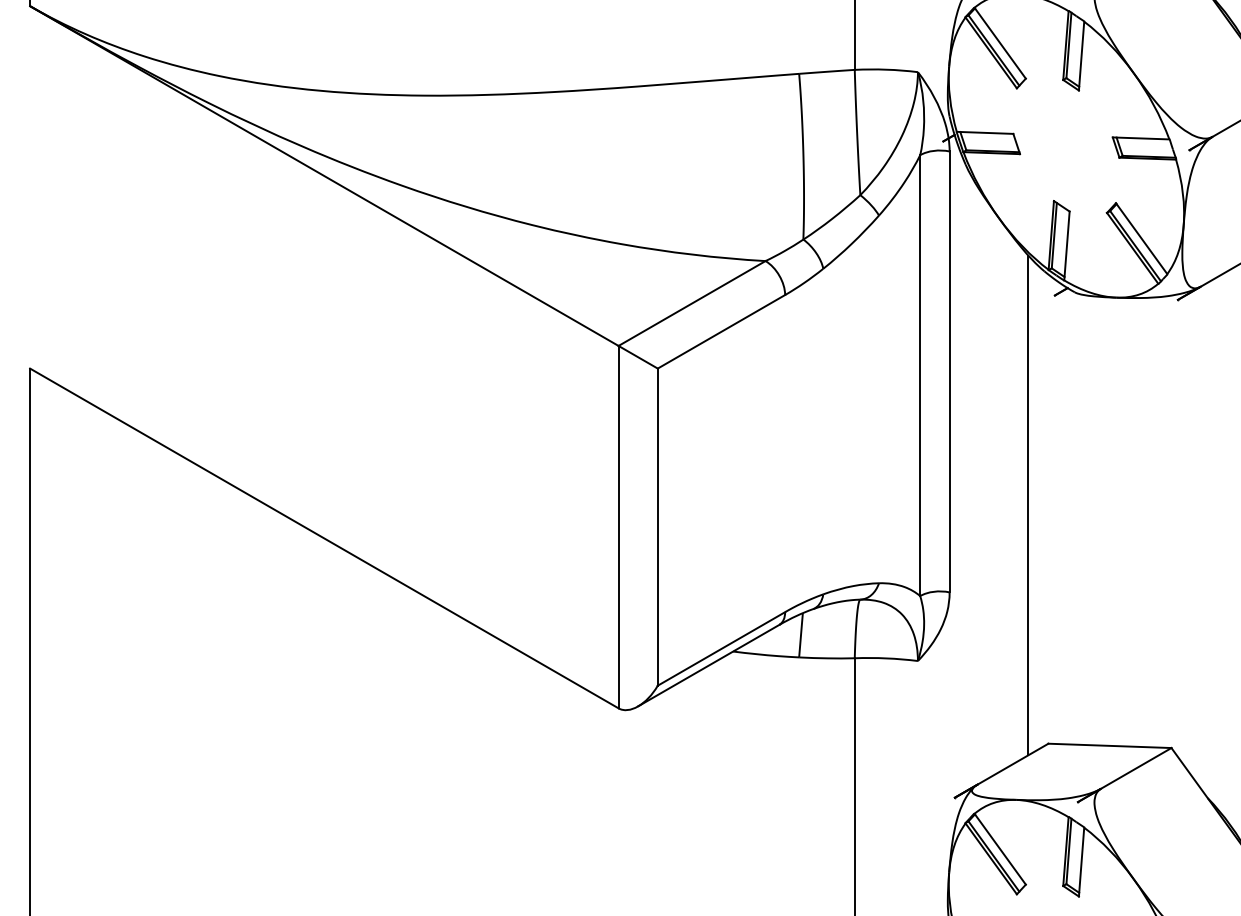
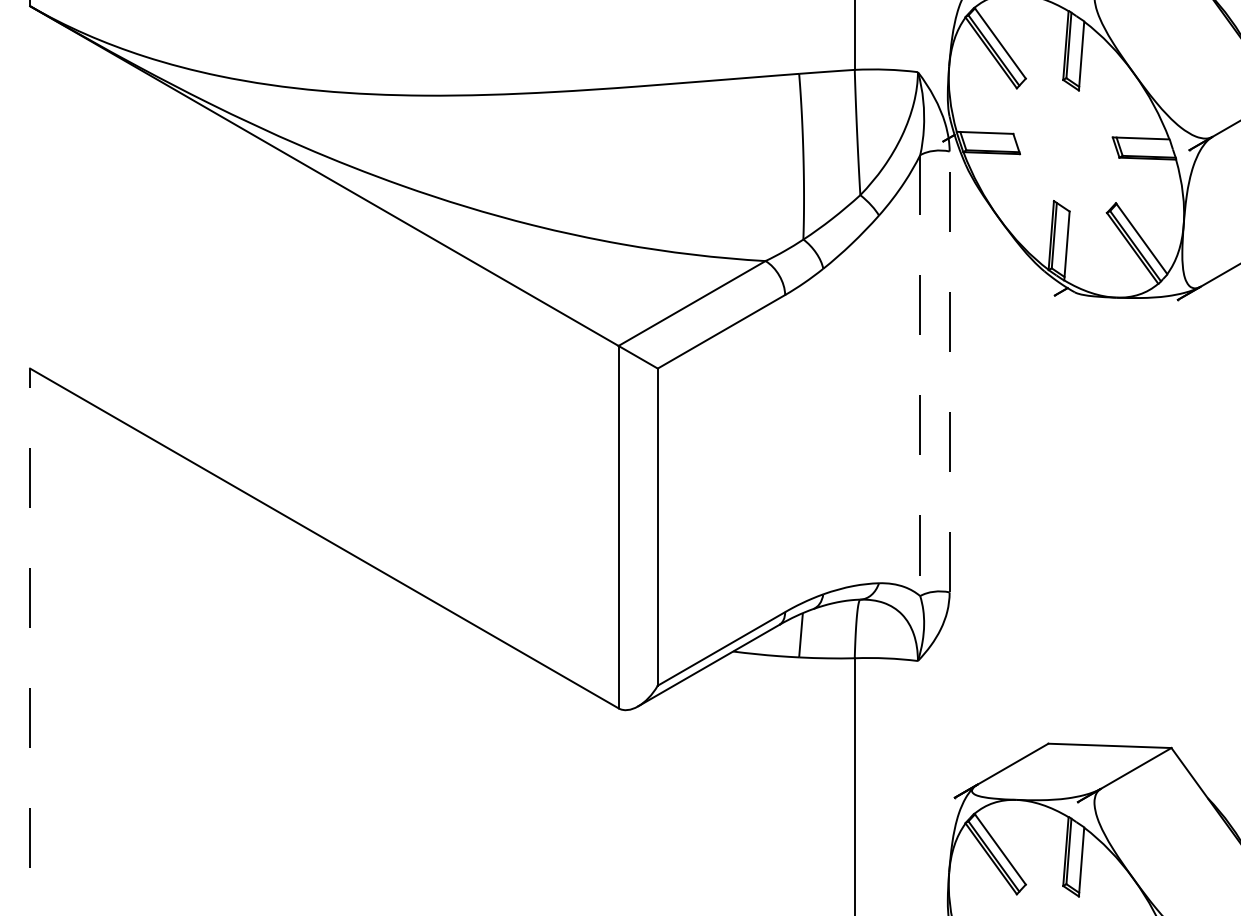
line at (949, 371): solid -> dashed
line at (920, 376): solid -> dashed
line at (1028, 505): present -> none
line at (30, 641): solid -> dashed
